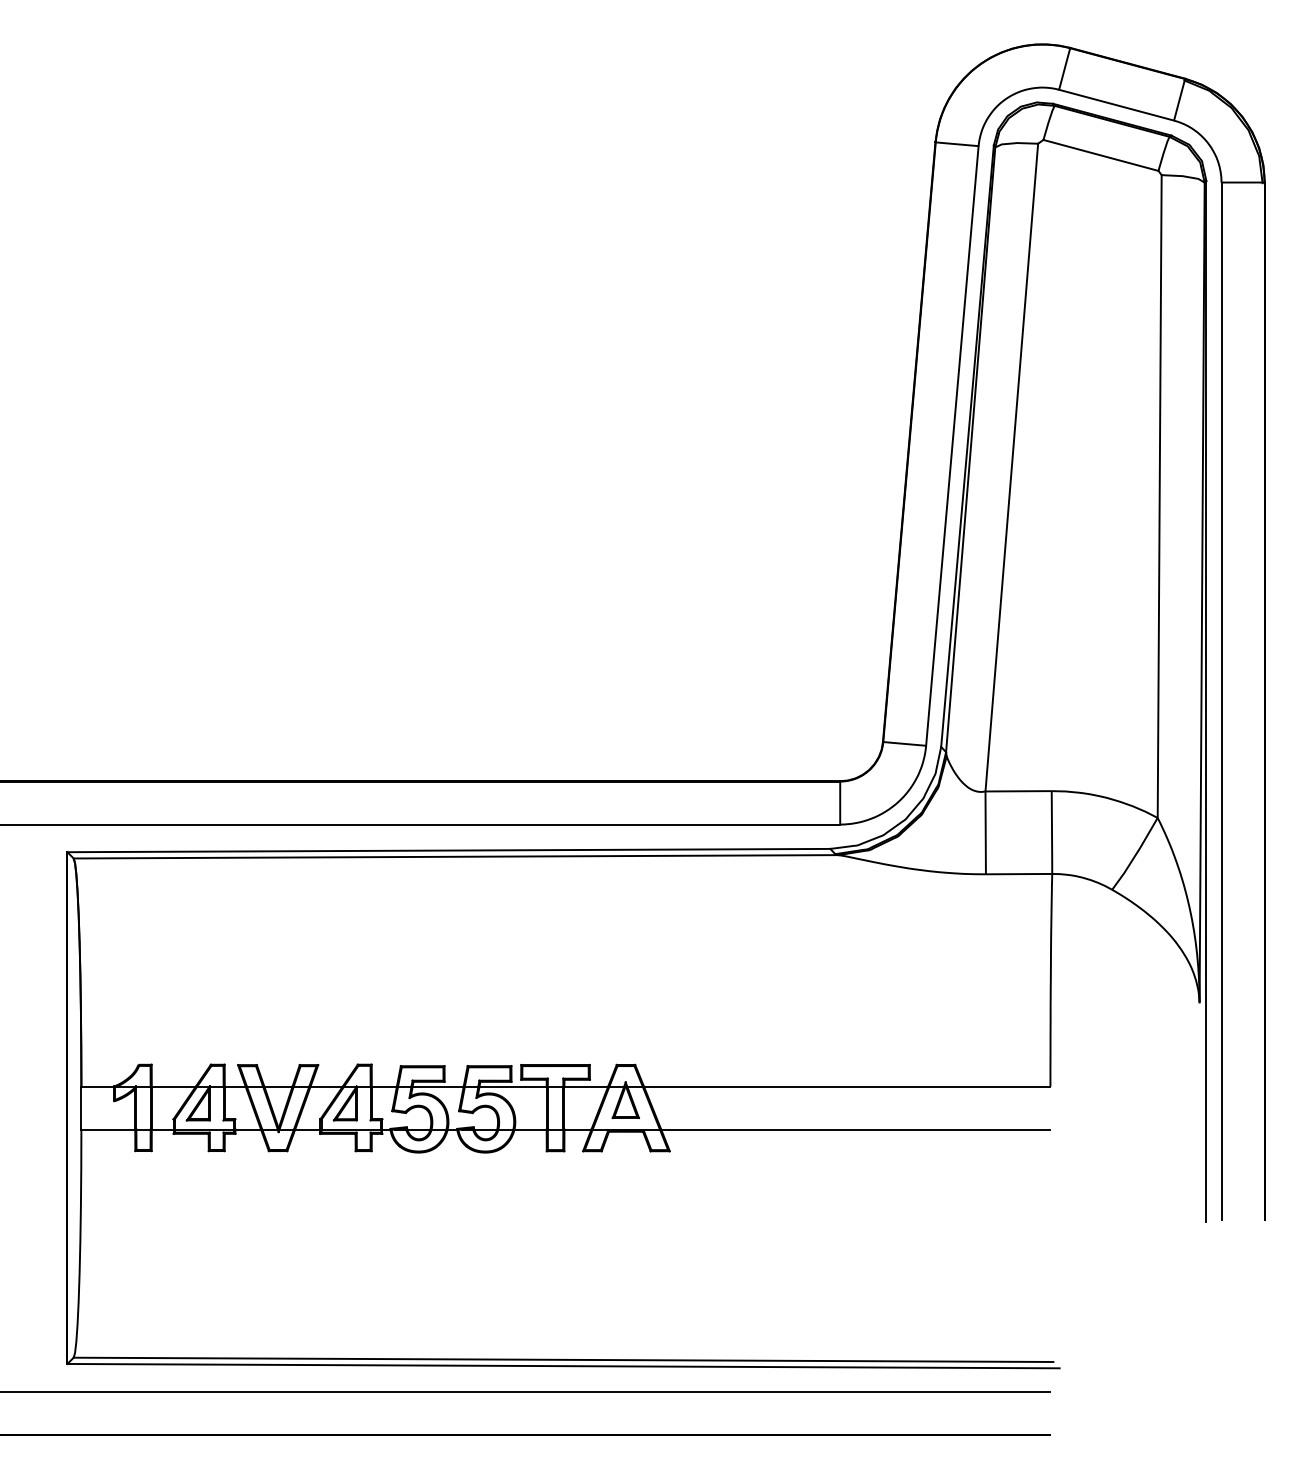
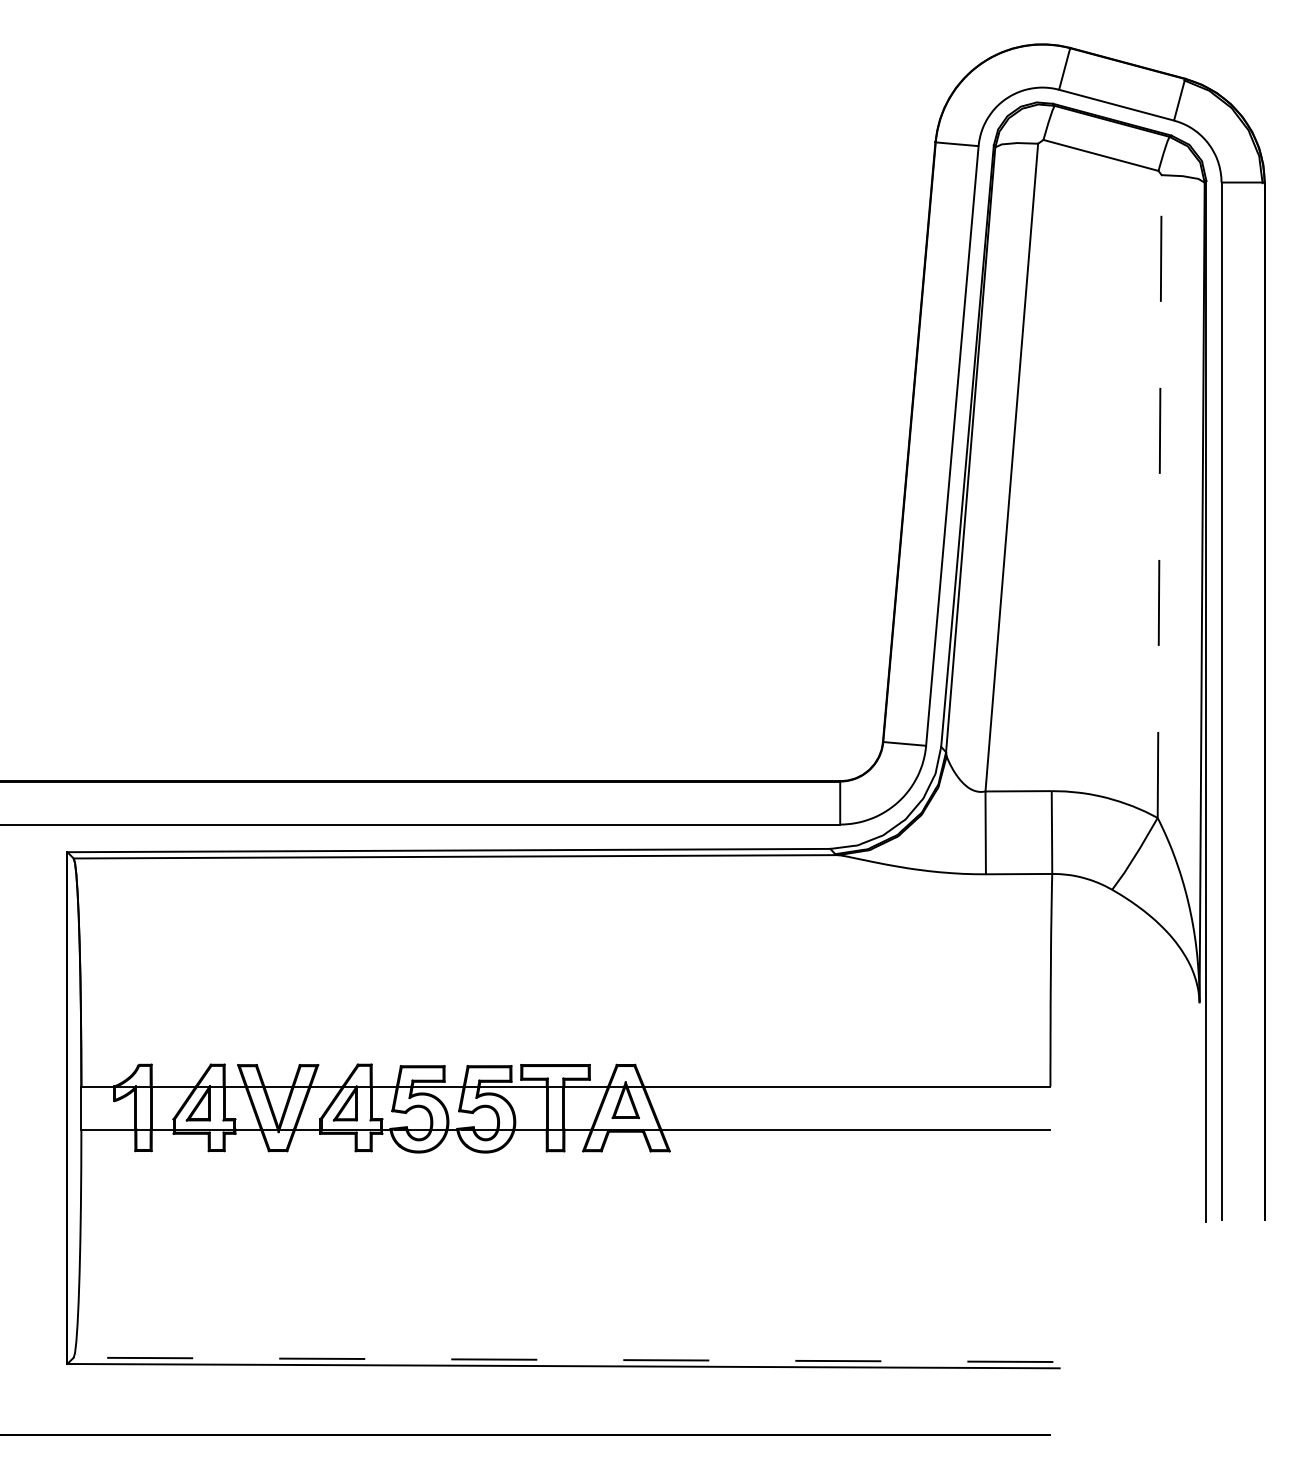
line at (1159, 496): solid -> dashed
line at (563, 1359): solid -> dashed
line at (525, 1391): present -> none
